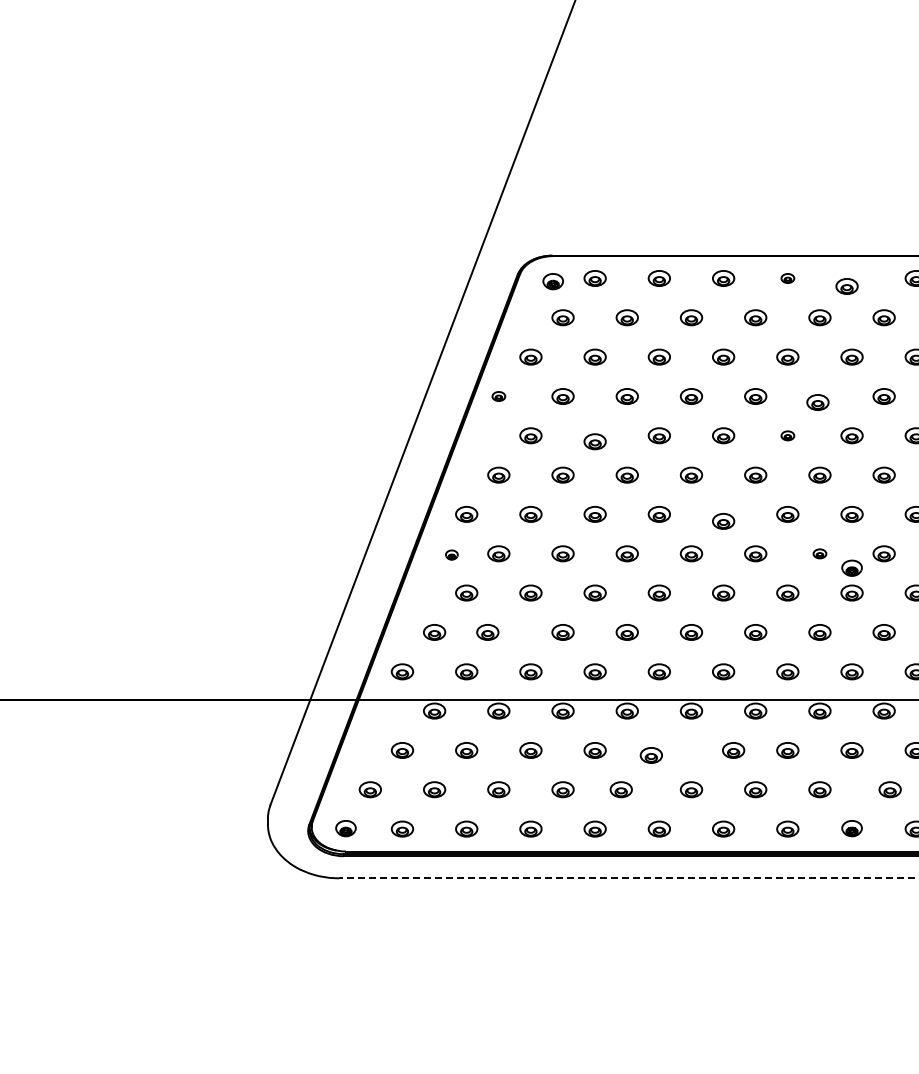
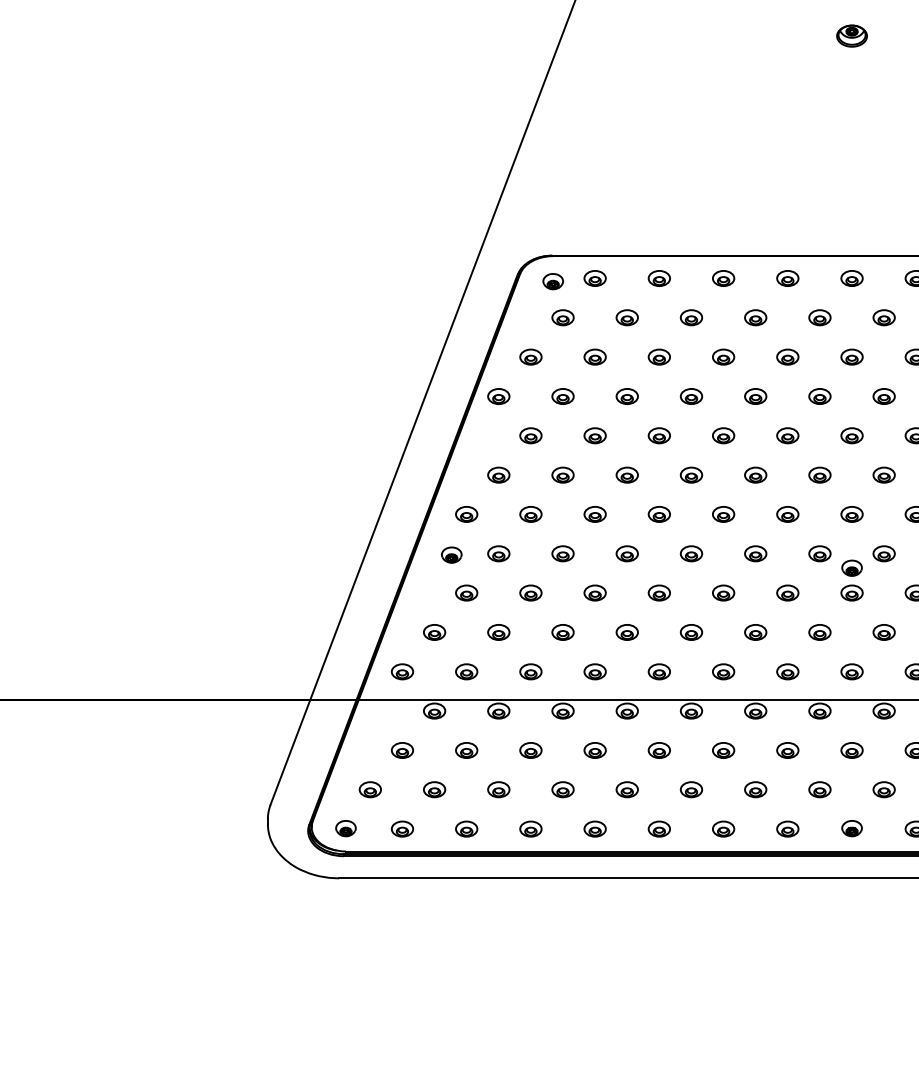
part at (851, 35): none -> present
part at (787, 278) size: 16x11 px -> 24x17 px
part at (846, 286) position: (846, 286) -> (851, 278)
part at (498, 396) size: 16x11 px -> 24x17 px
part at (817, 402) position: (817, 402) -> (819, 396)
part at (787, 435) size: 16x12 px -> 24x18 px
part at (594, 441) position: (594, 441) -> (594, 435)
part at (723, 521) position: (723, 521) -> (723, 514)
part at (819, 553) size: 16x12 px -> 24x18 px
part at (451, 554) size: 14x12 px -> 22x18 px
part at (487, 632) position: (487, 632) -> (498, 632)
part at (733, 750) position: (733, 750) -> (723, 750)
part at (650, 755) position: (650, 755) -> (658, 750)
part at (620, 789) position: (620, 789) -> (626, 789)
part at (889, 789) position: (889, 789) -> (883, 789)
line at (628, 878): dashed -> solid
